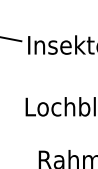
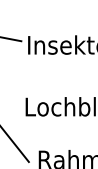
line at (15, 145): none -> present
